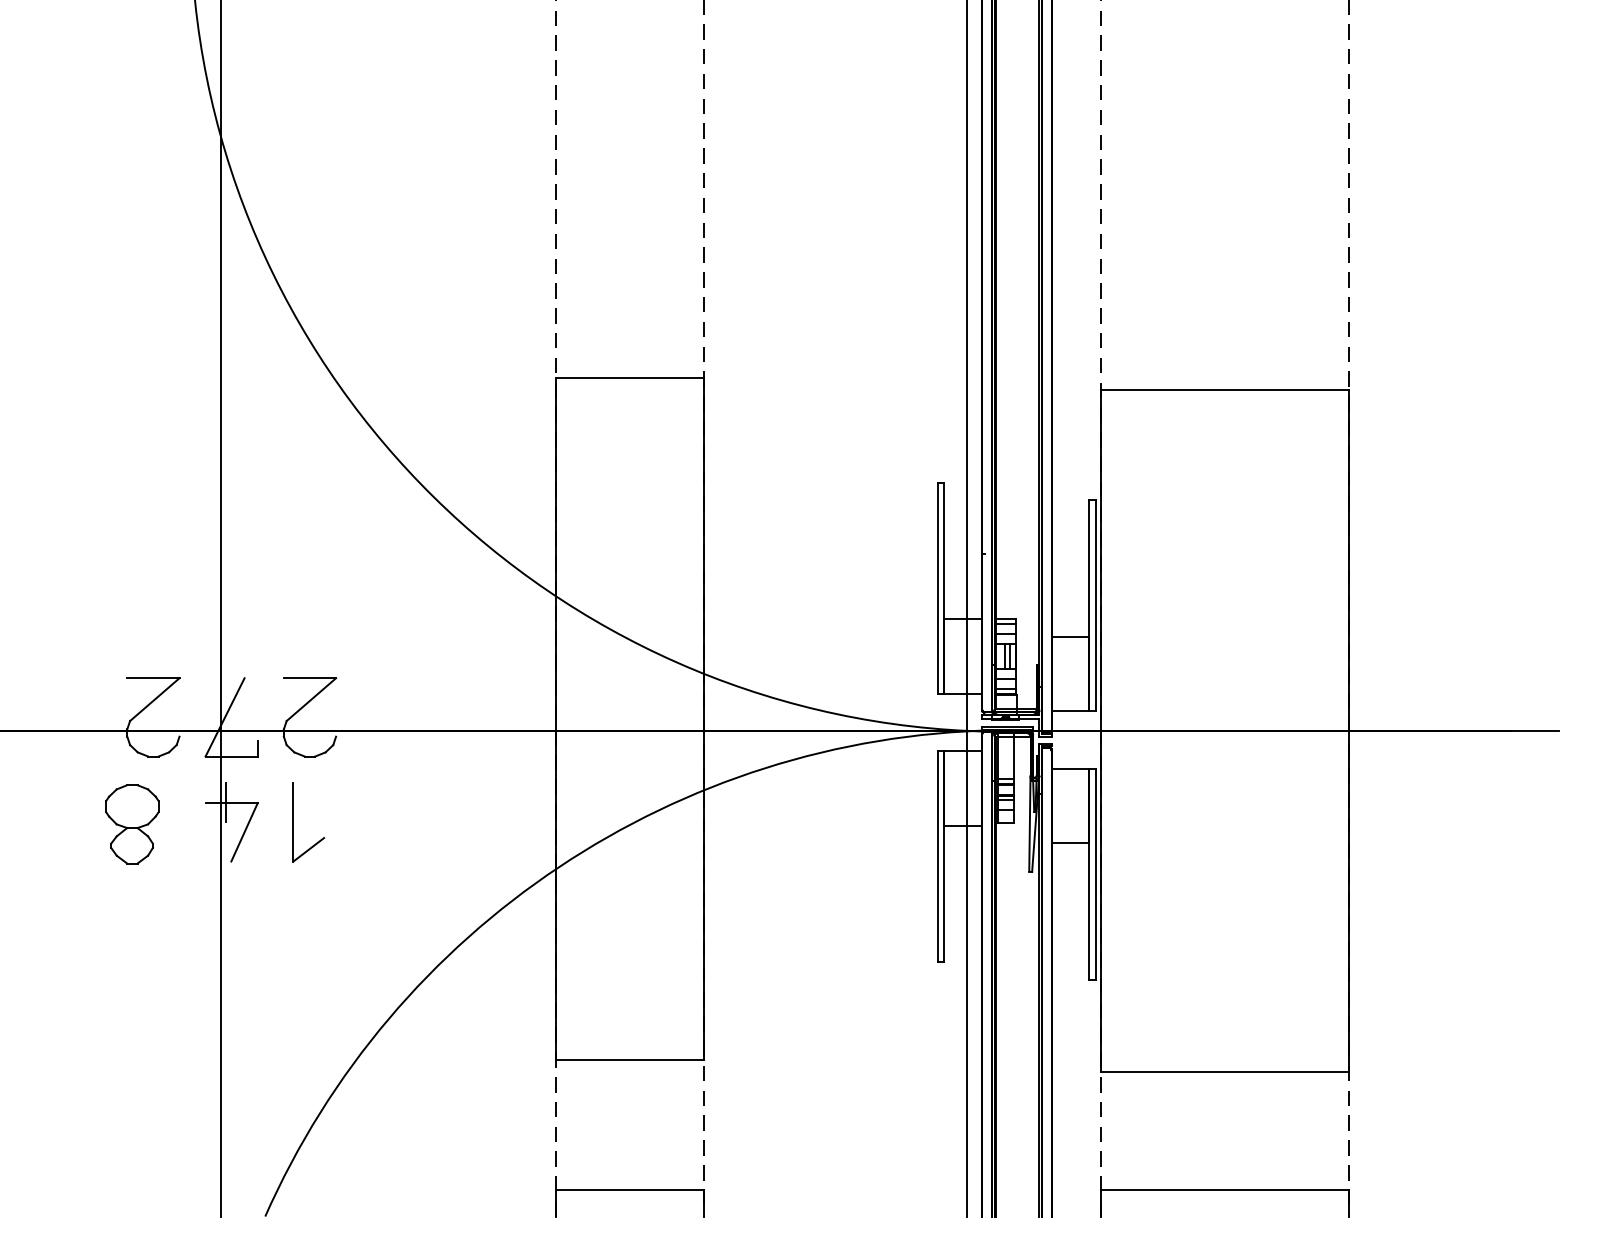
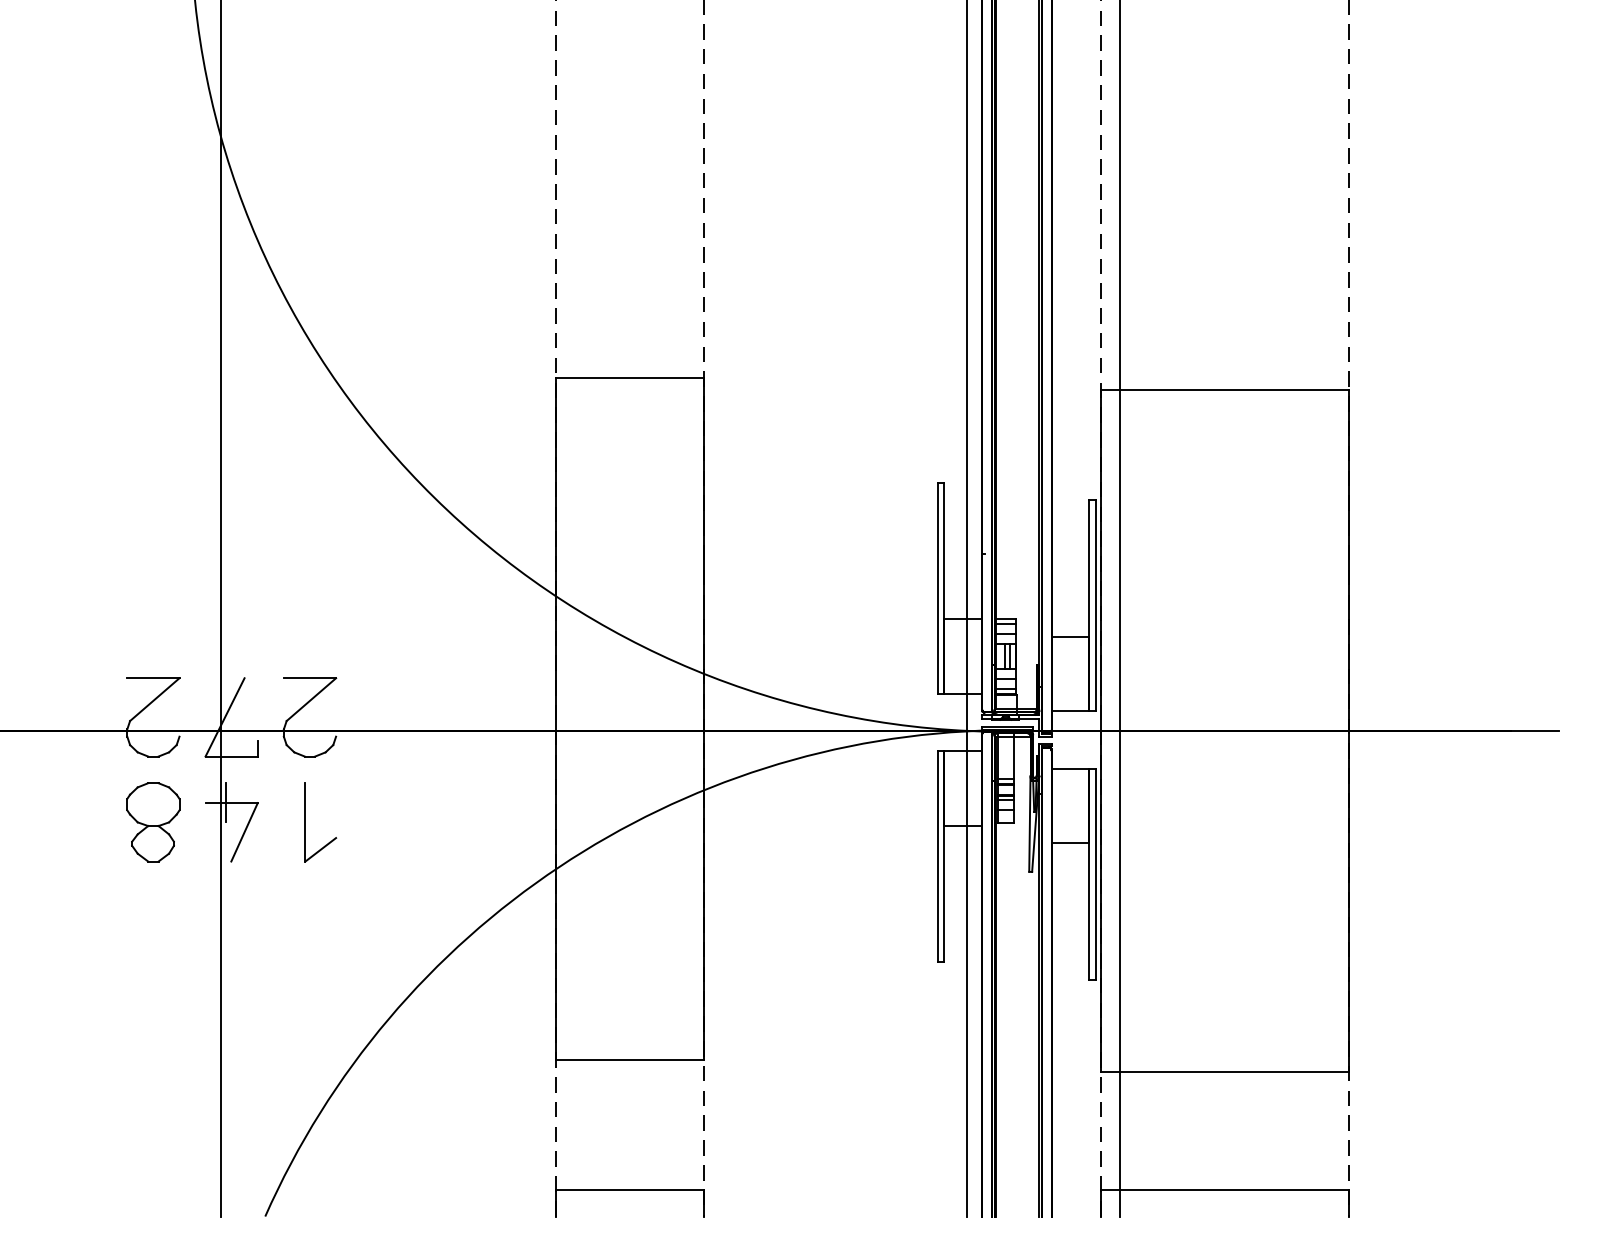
line at (1119, 609): none -> present
part at (293, 822) position: (293, 822) -> (305, 822)
part at (132, 824) position: (132, 824) -> (153, 822)
